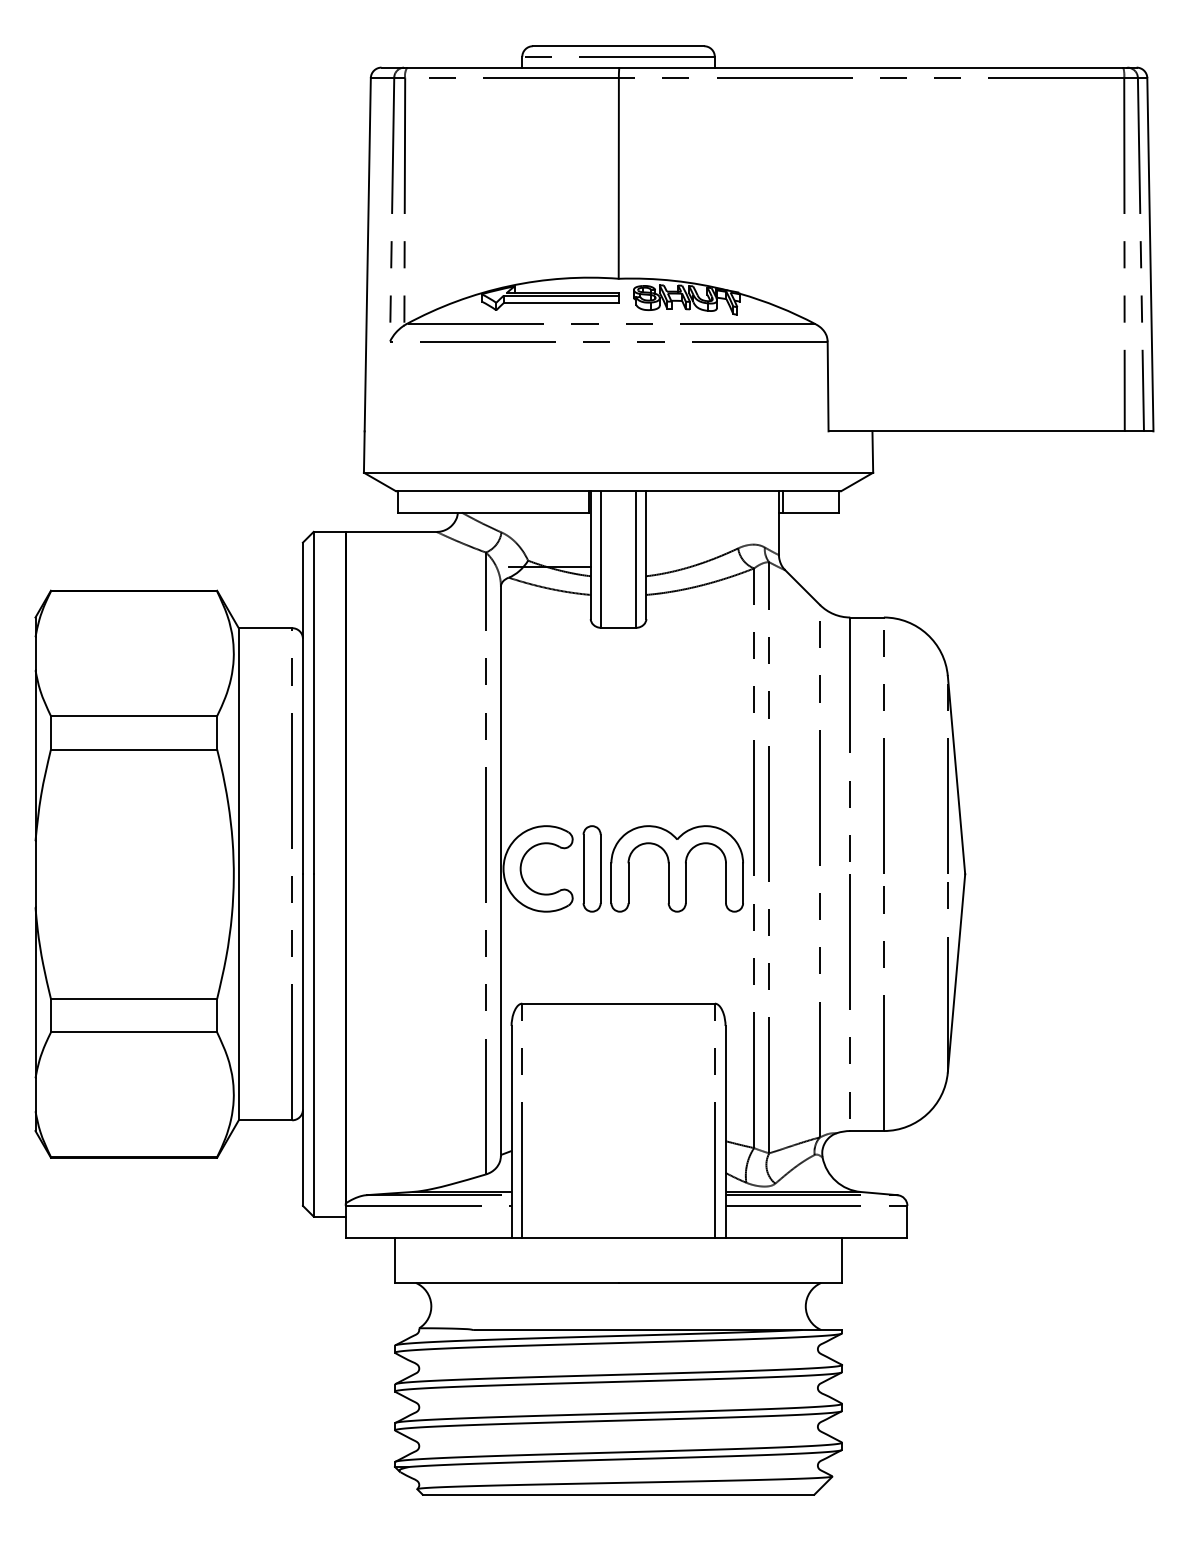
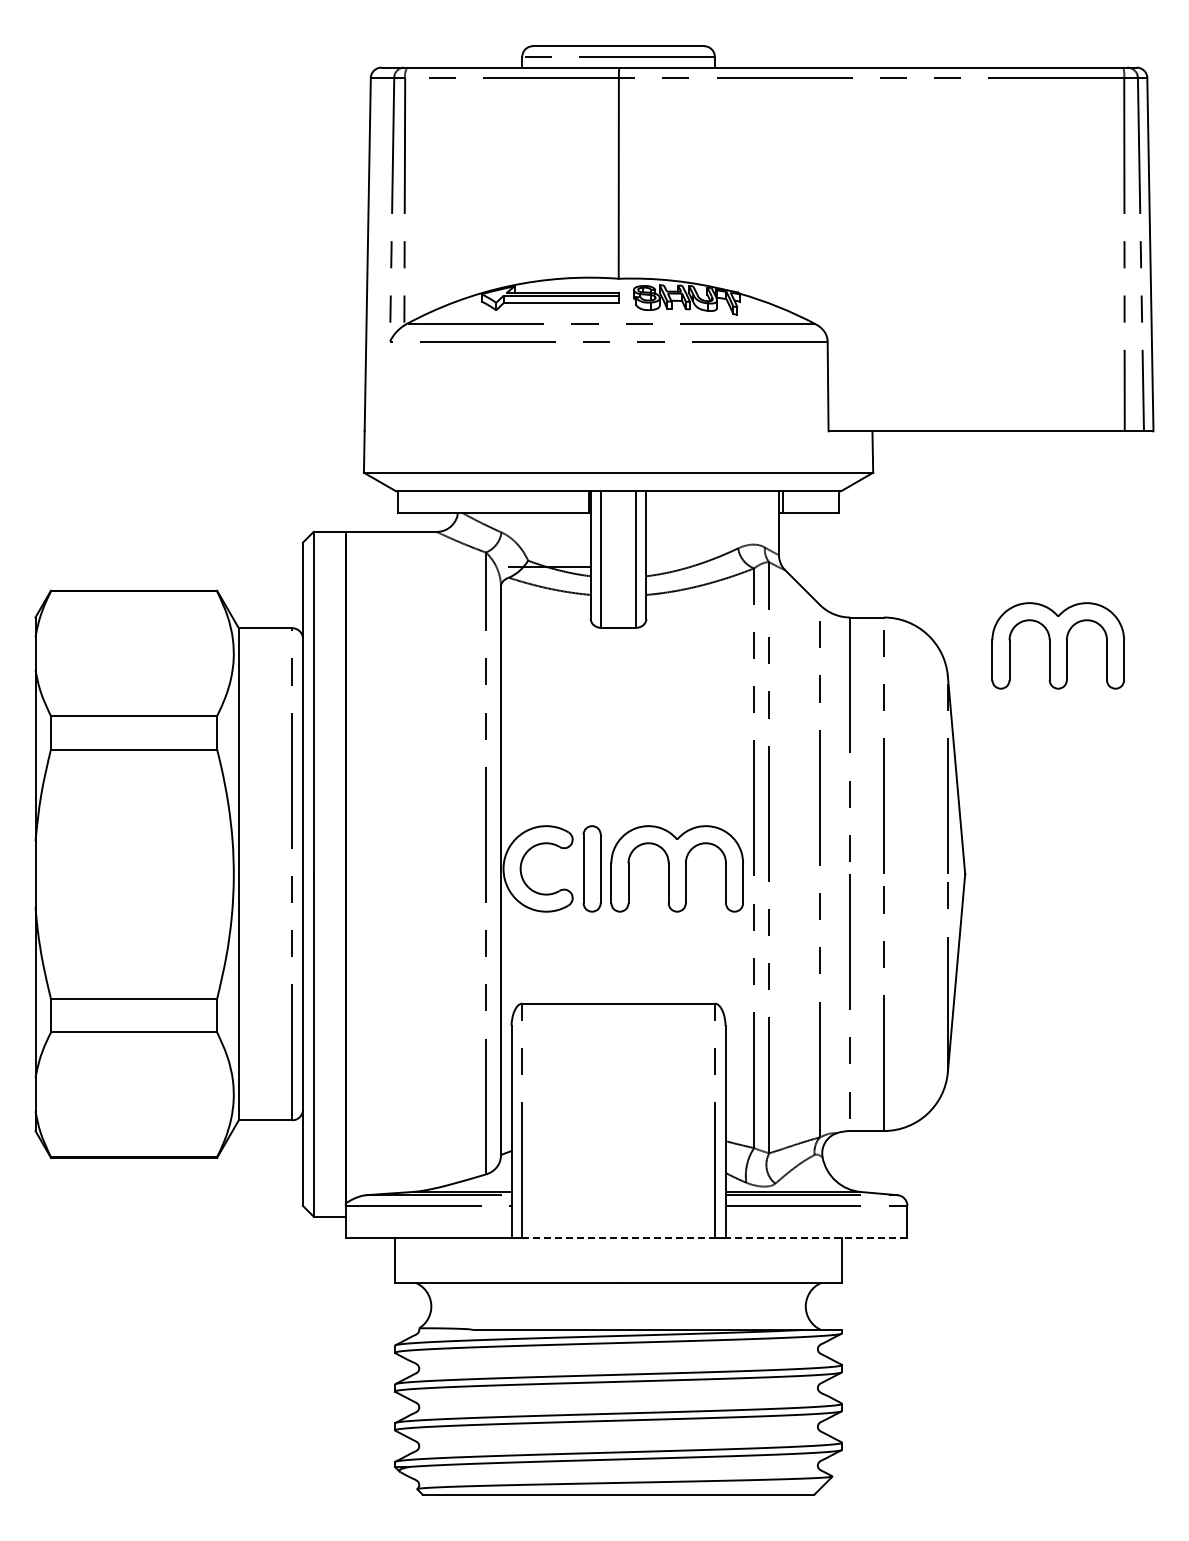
part at (1057, 645): none -> present
line at (619, 1238): solid -> dashed
line at (816, 1238): solid -> dashed
